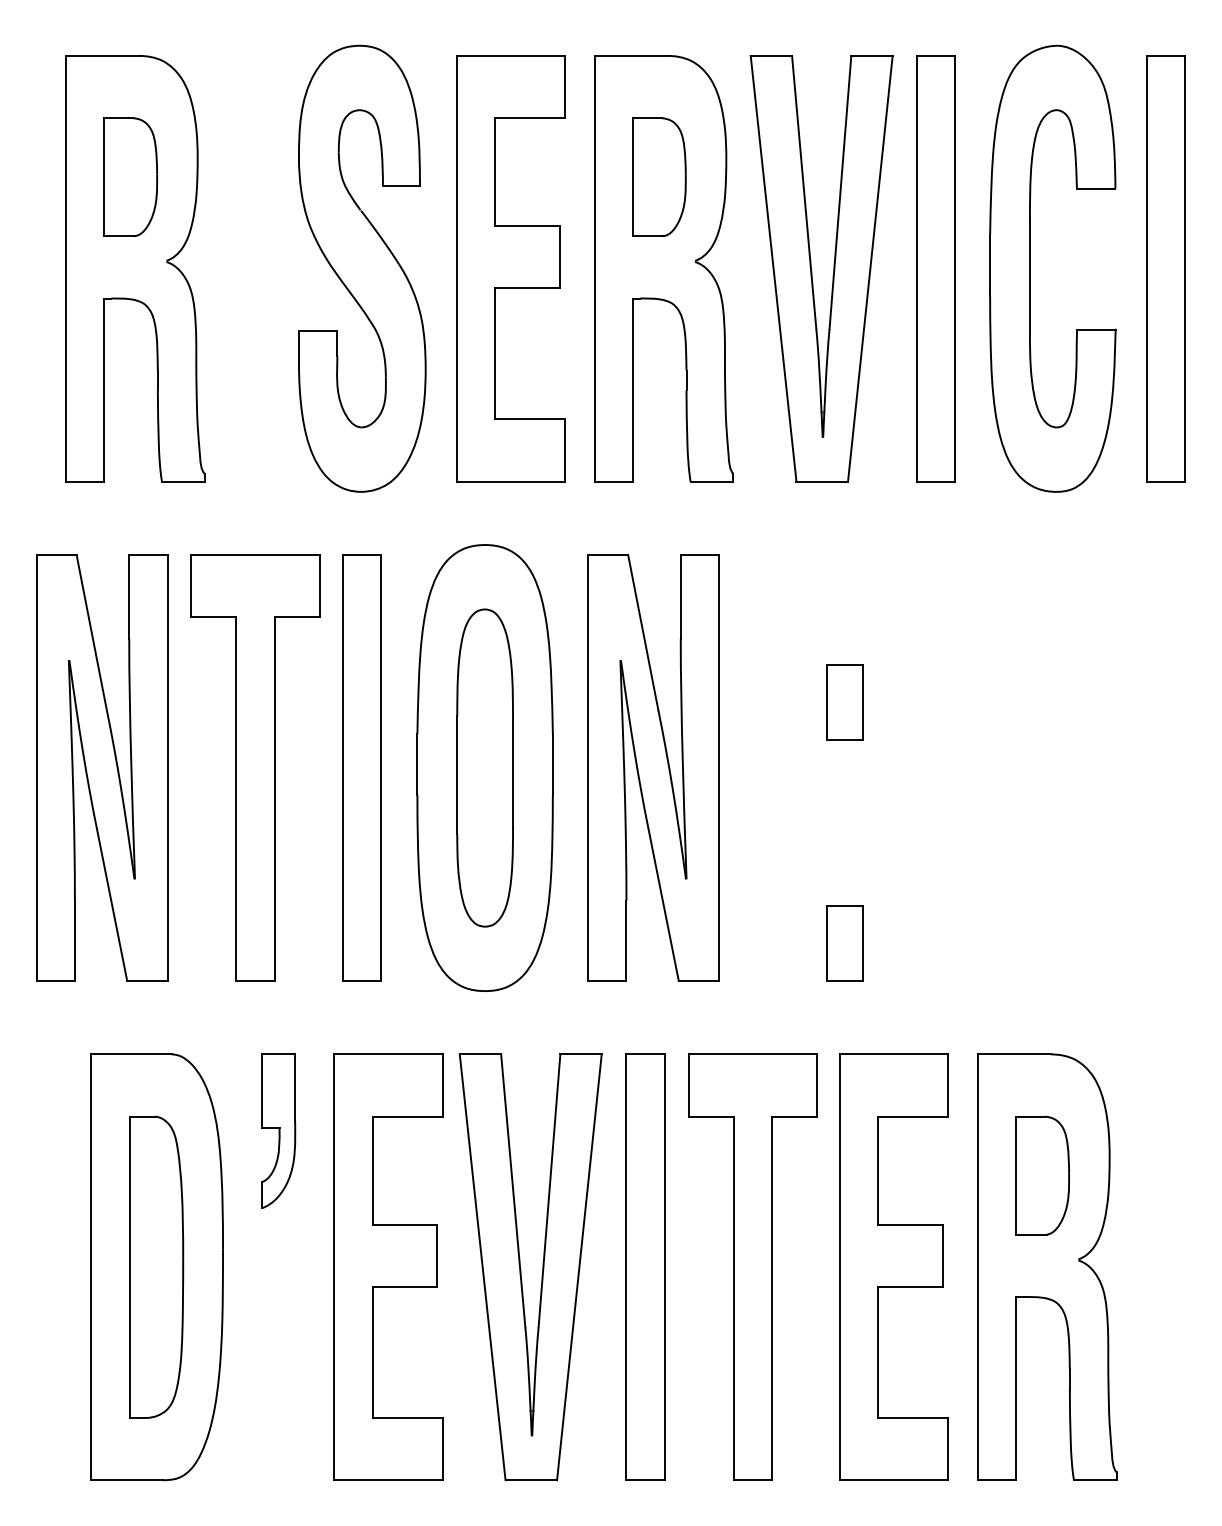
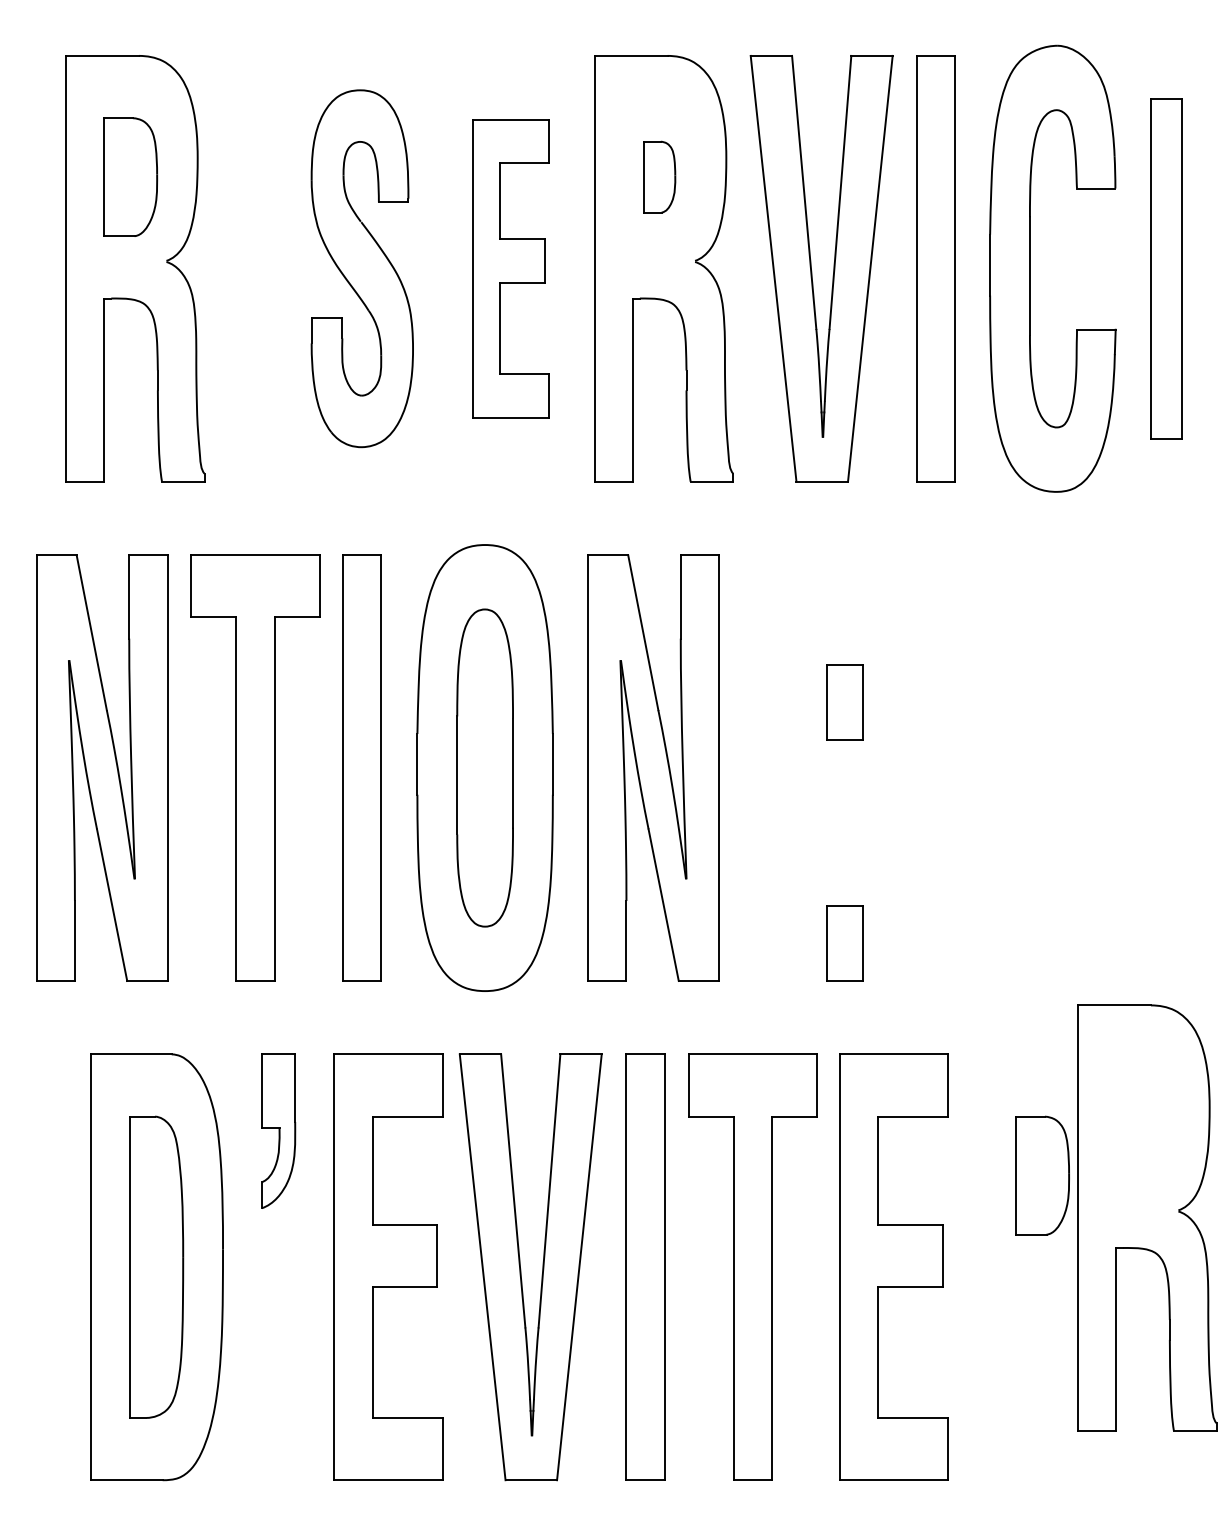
part at (659, 176) size: 55x120 px -> 34x74 px
part at (362, 268) size: 129x449 px -> 104x360 px
part at (510, 268) size: 110x428 px -> 78x300 px
part at (1165, 268) size: 40x428 px -> 33x342 px
part at (1047, 1266) position: (1047, 1266) -> (1147, 1217)
